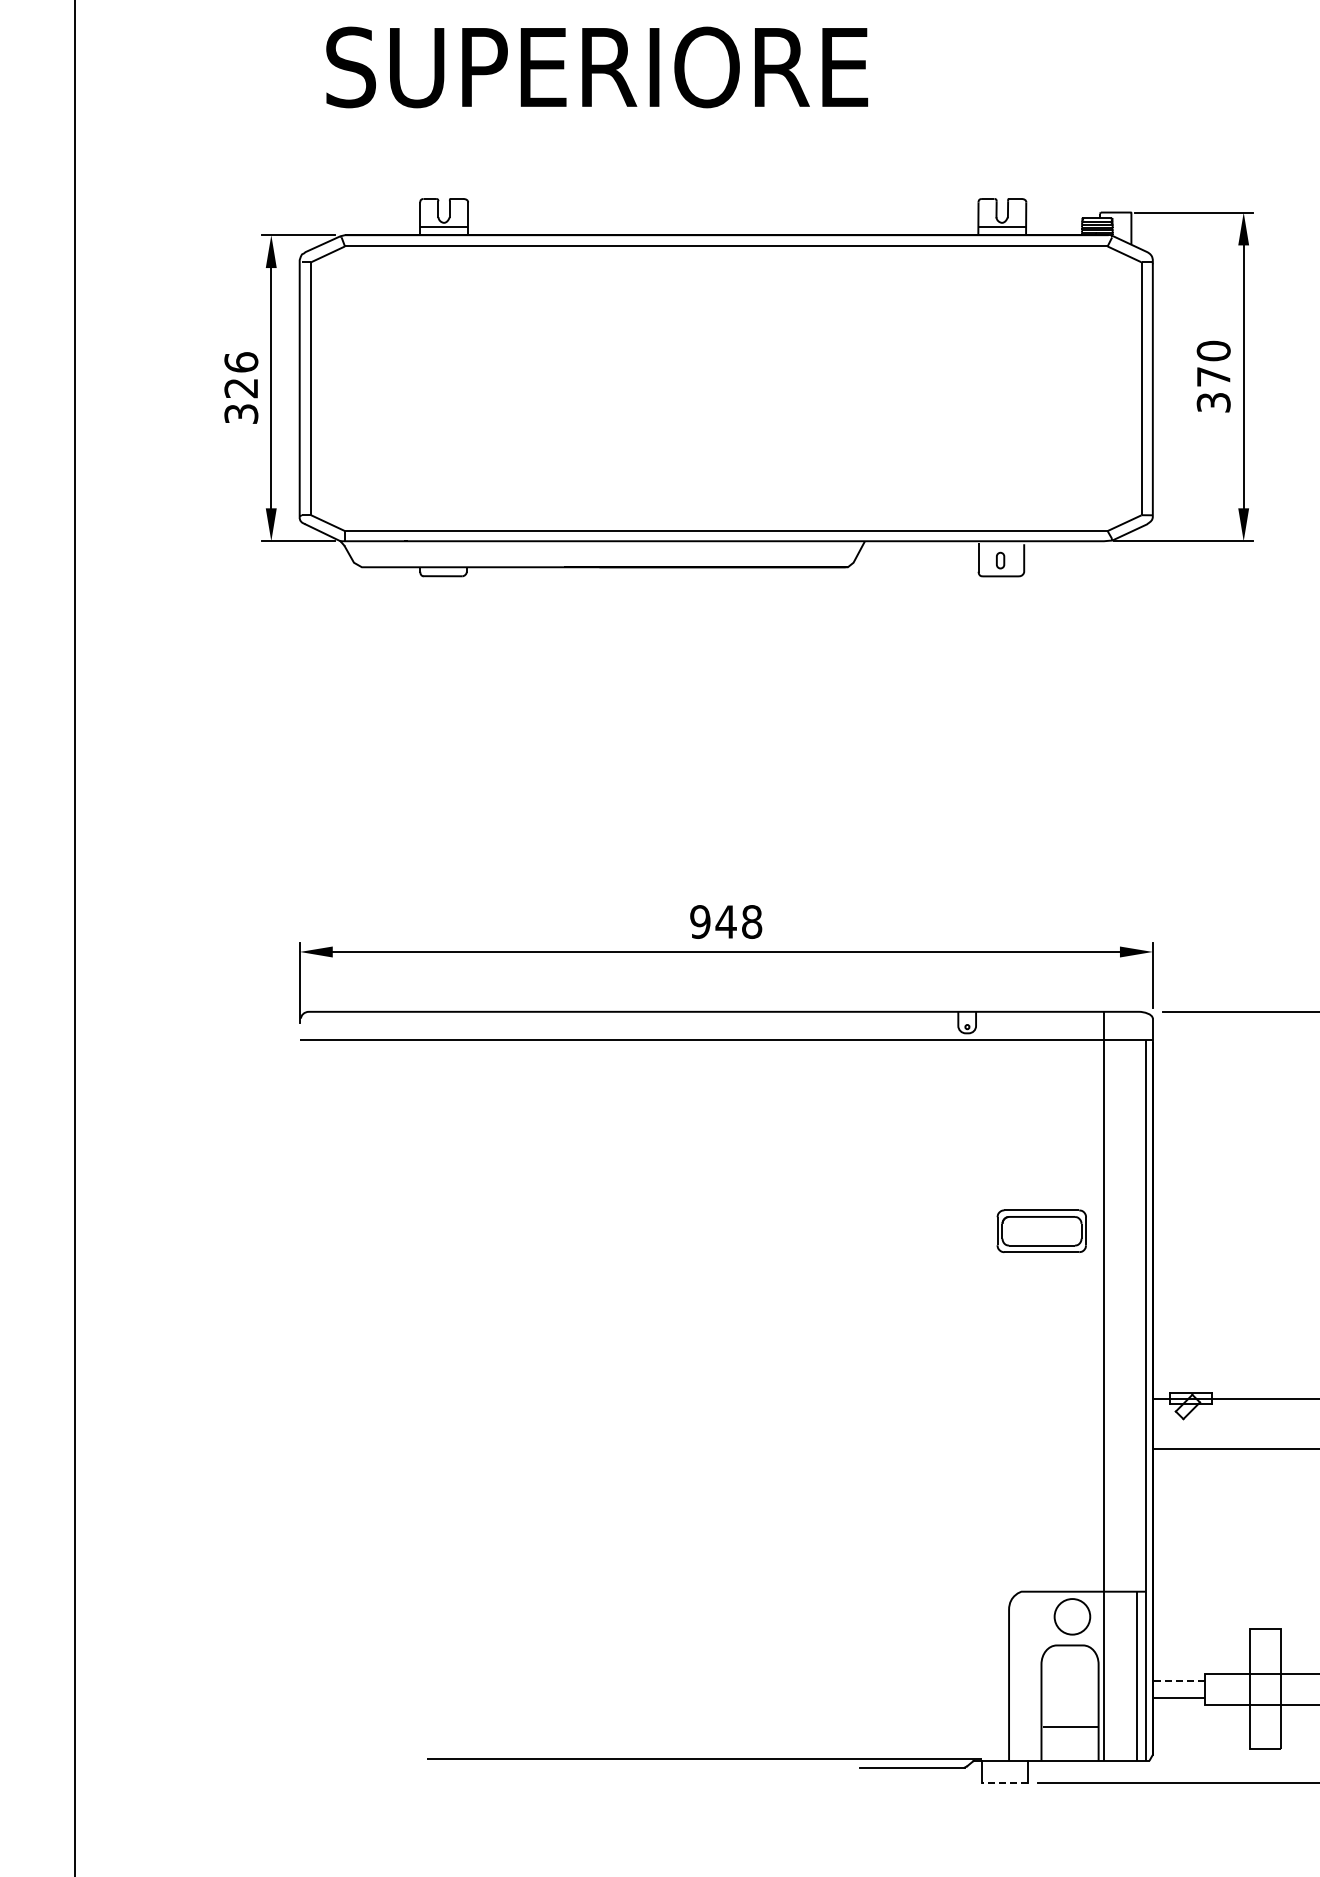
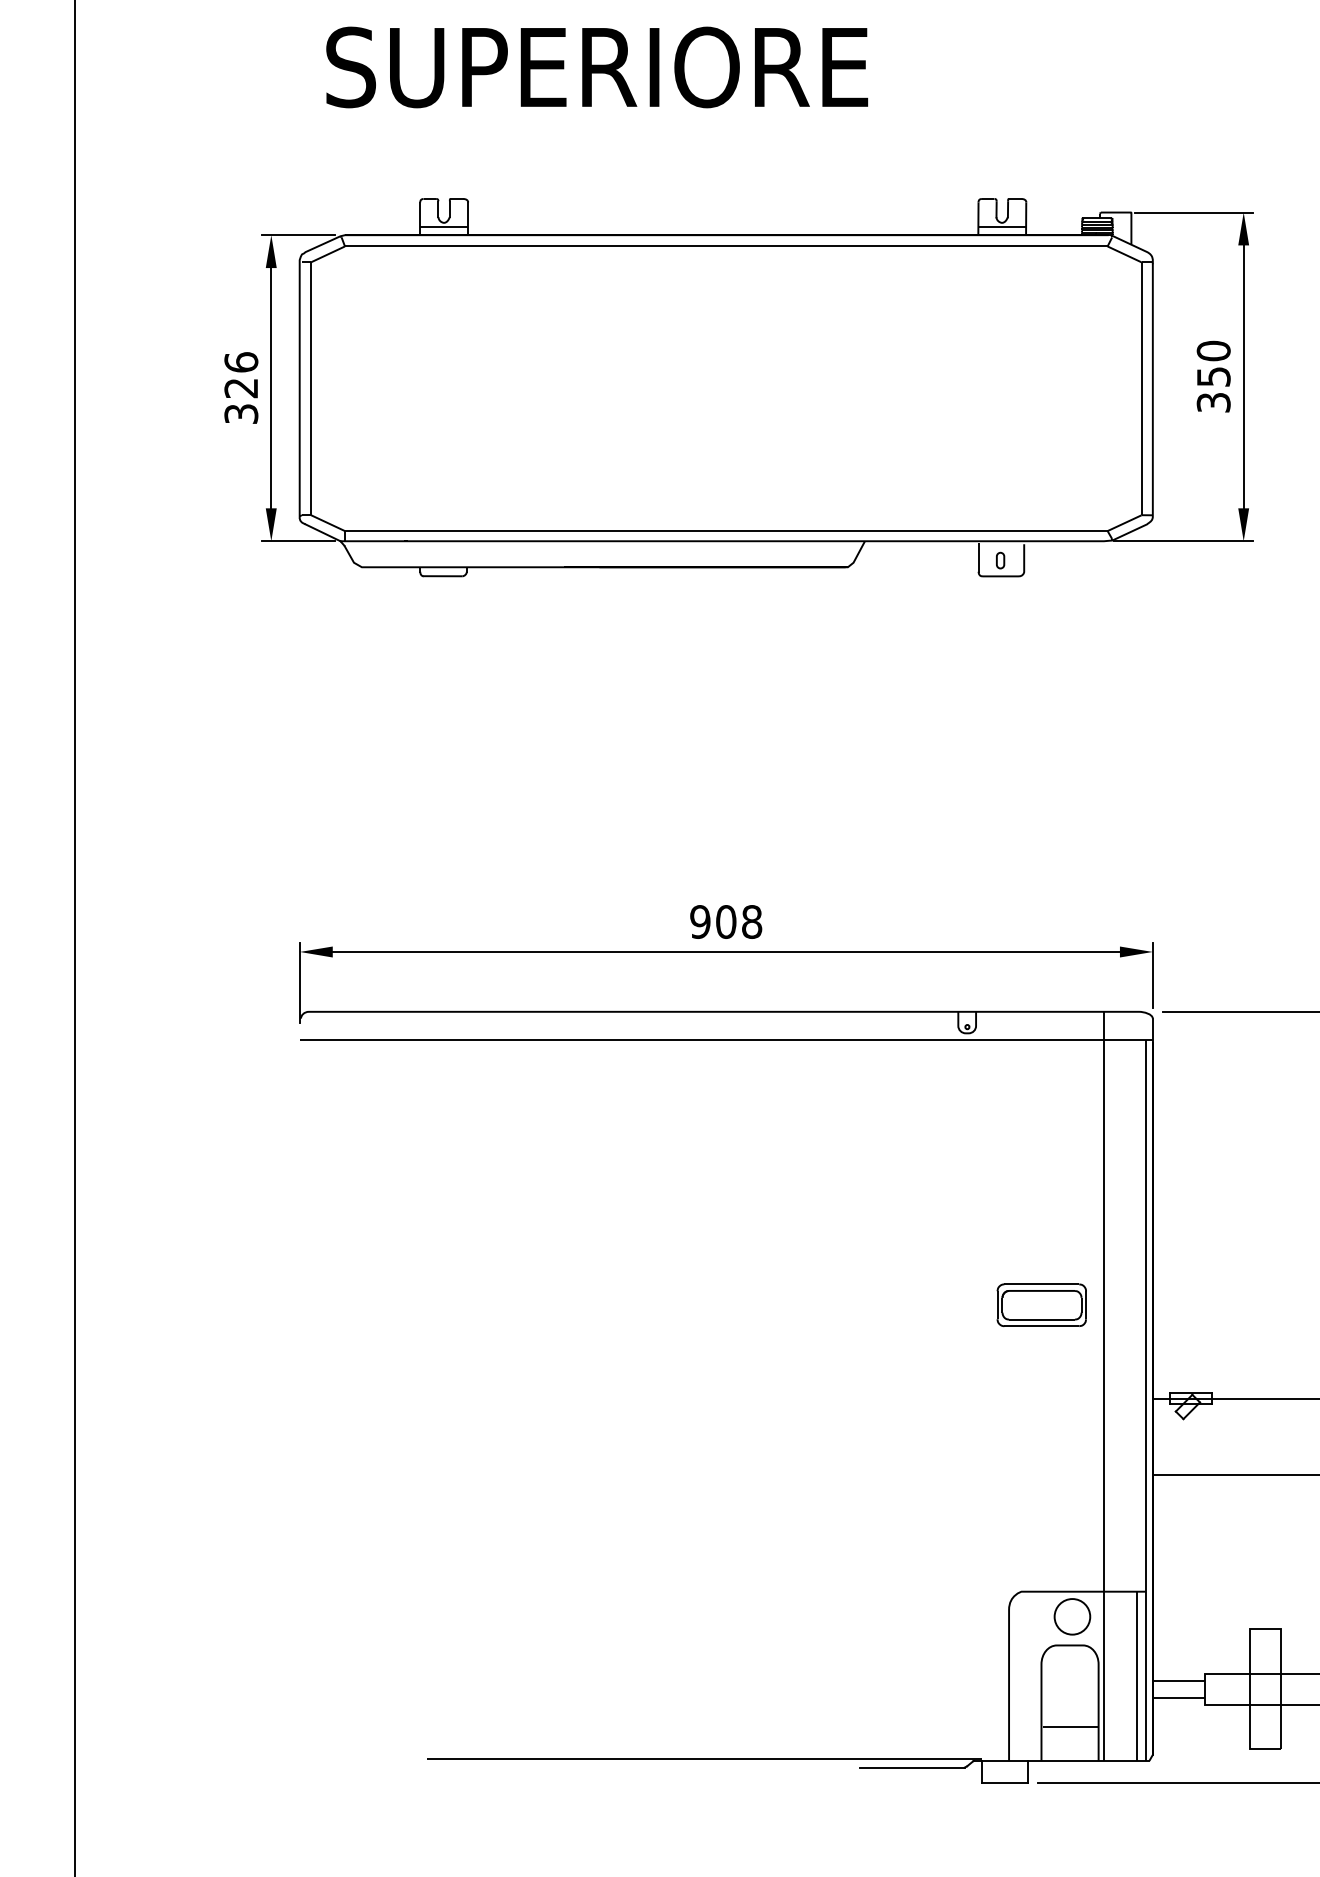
text at (1213, 376): 370 -> 350
text at (725, 921): 948 -> 908
part at (1041, 1230) position: (1041, 1230) -> (1041, 1304)
line at (1234, 1448) position: (1234, 1448) -> (1234, 1474)
line at (1178, 1681): dashed -> solid
line at (1004, 1783): dashed -> solid
